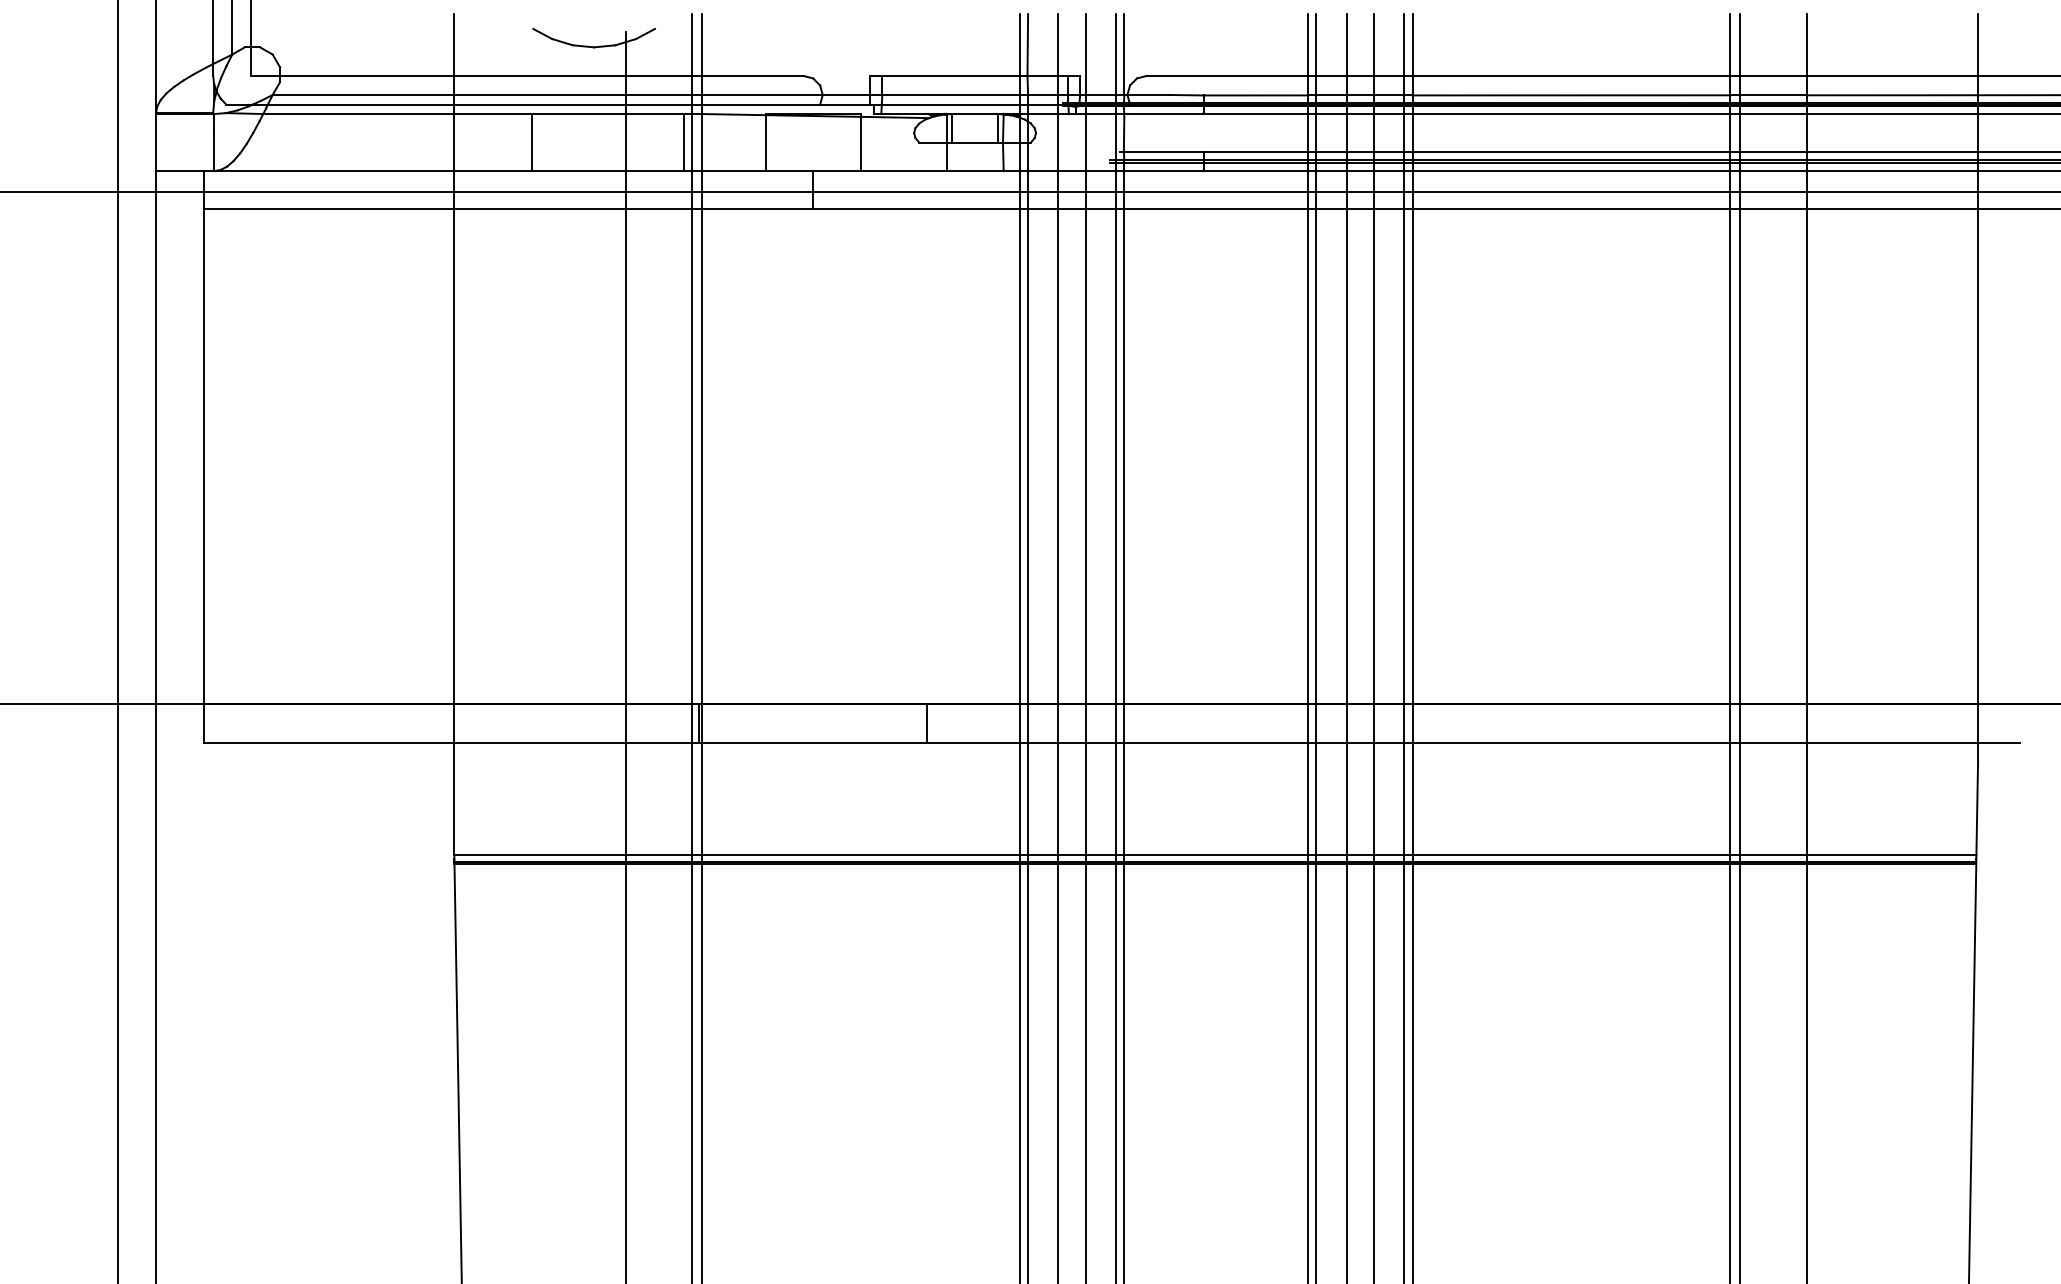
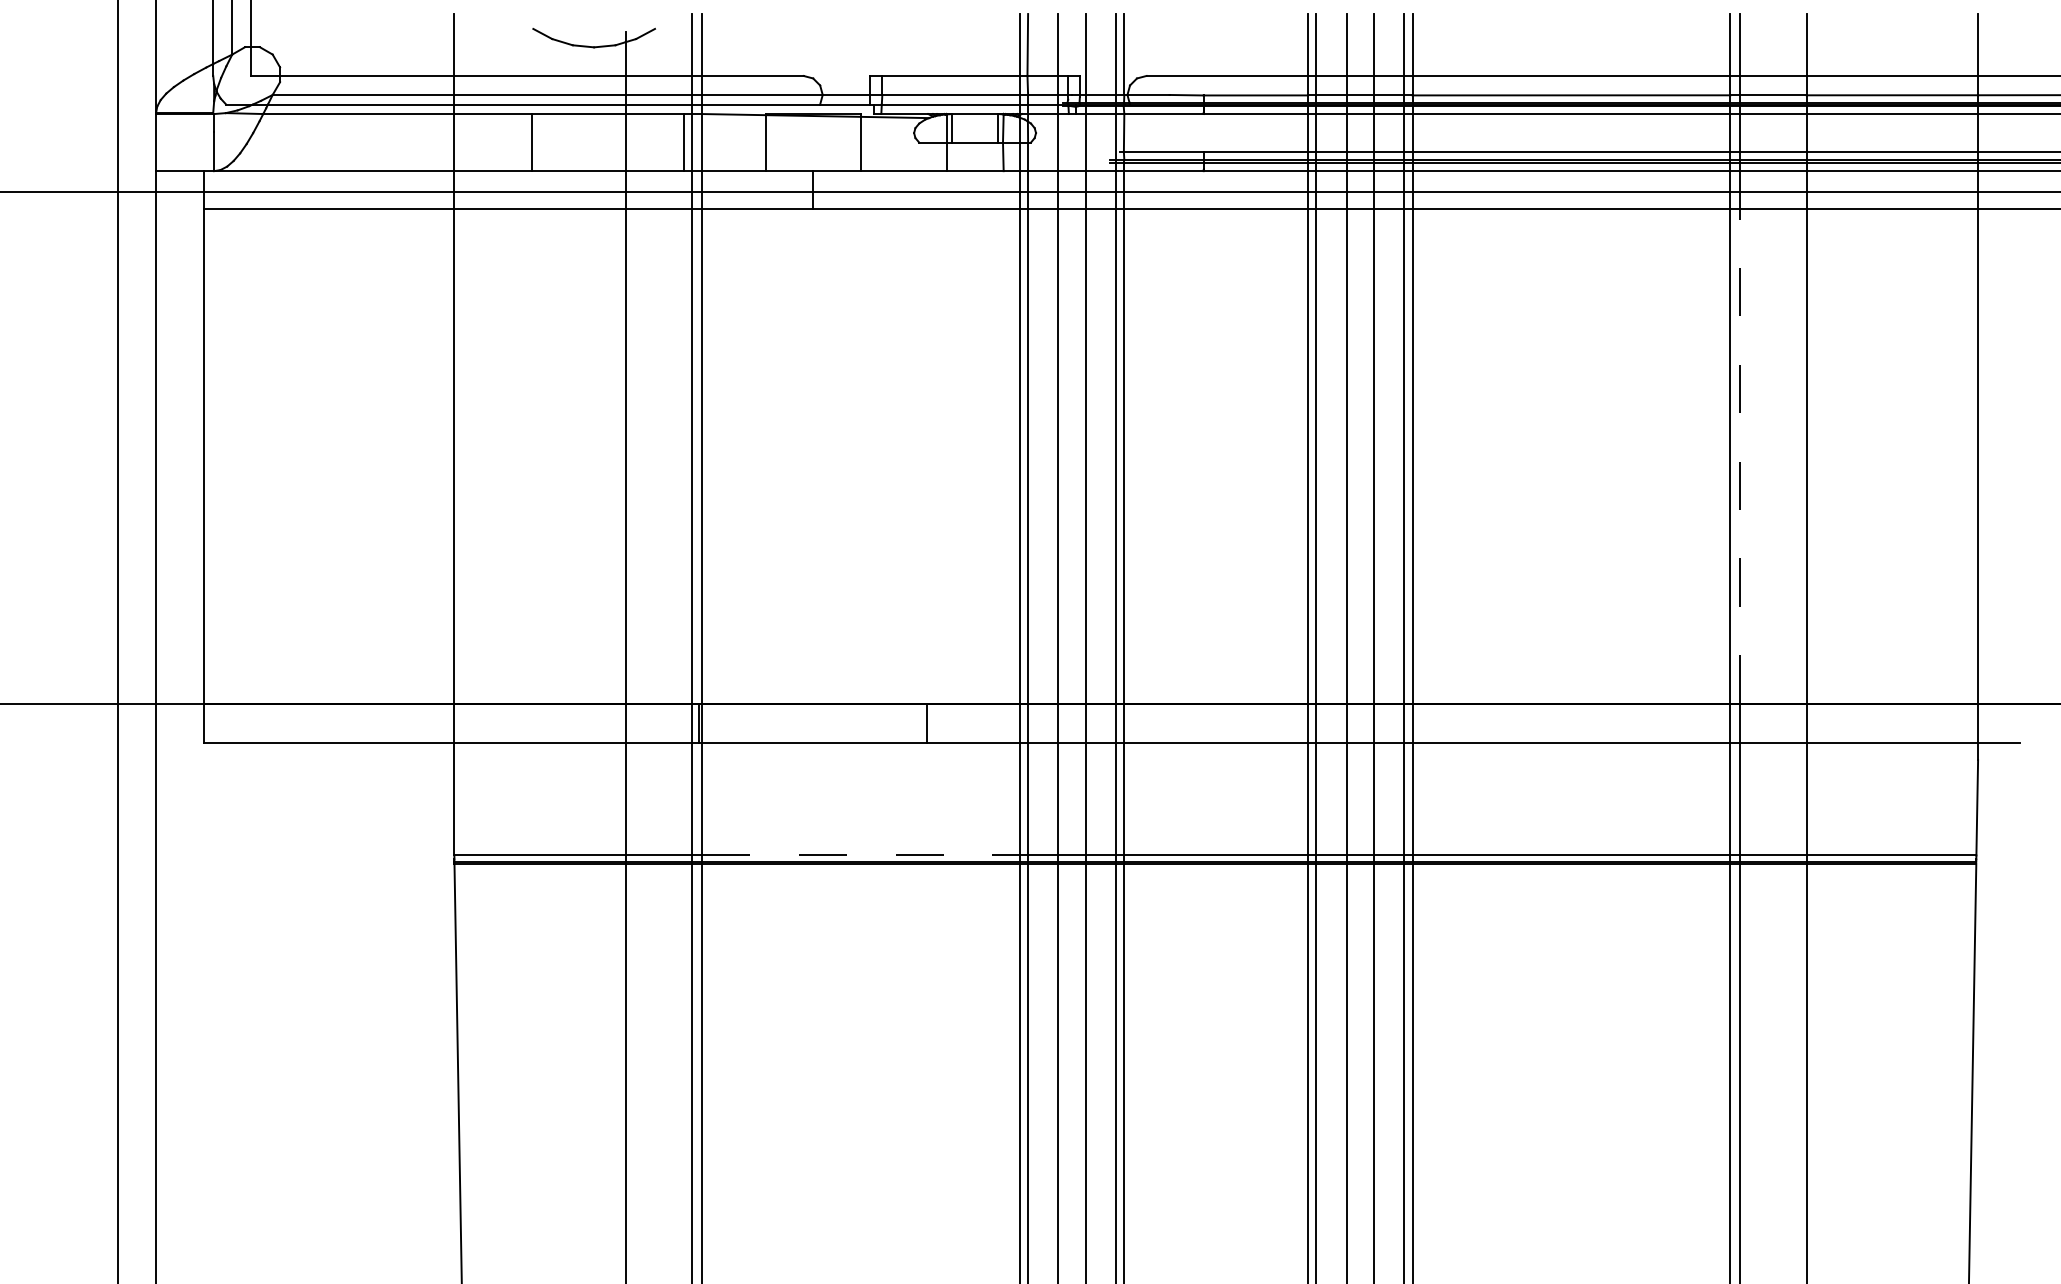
line at (1739, 455): solid -> dashed
line at (860, 855): solid -> dashed
